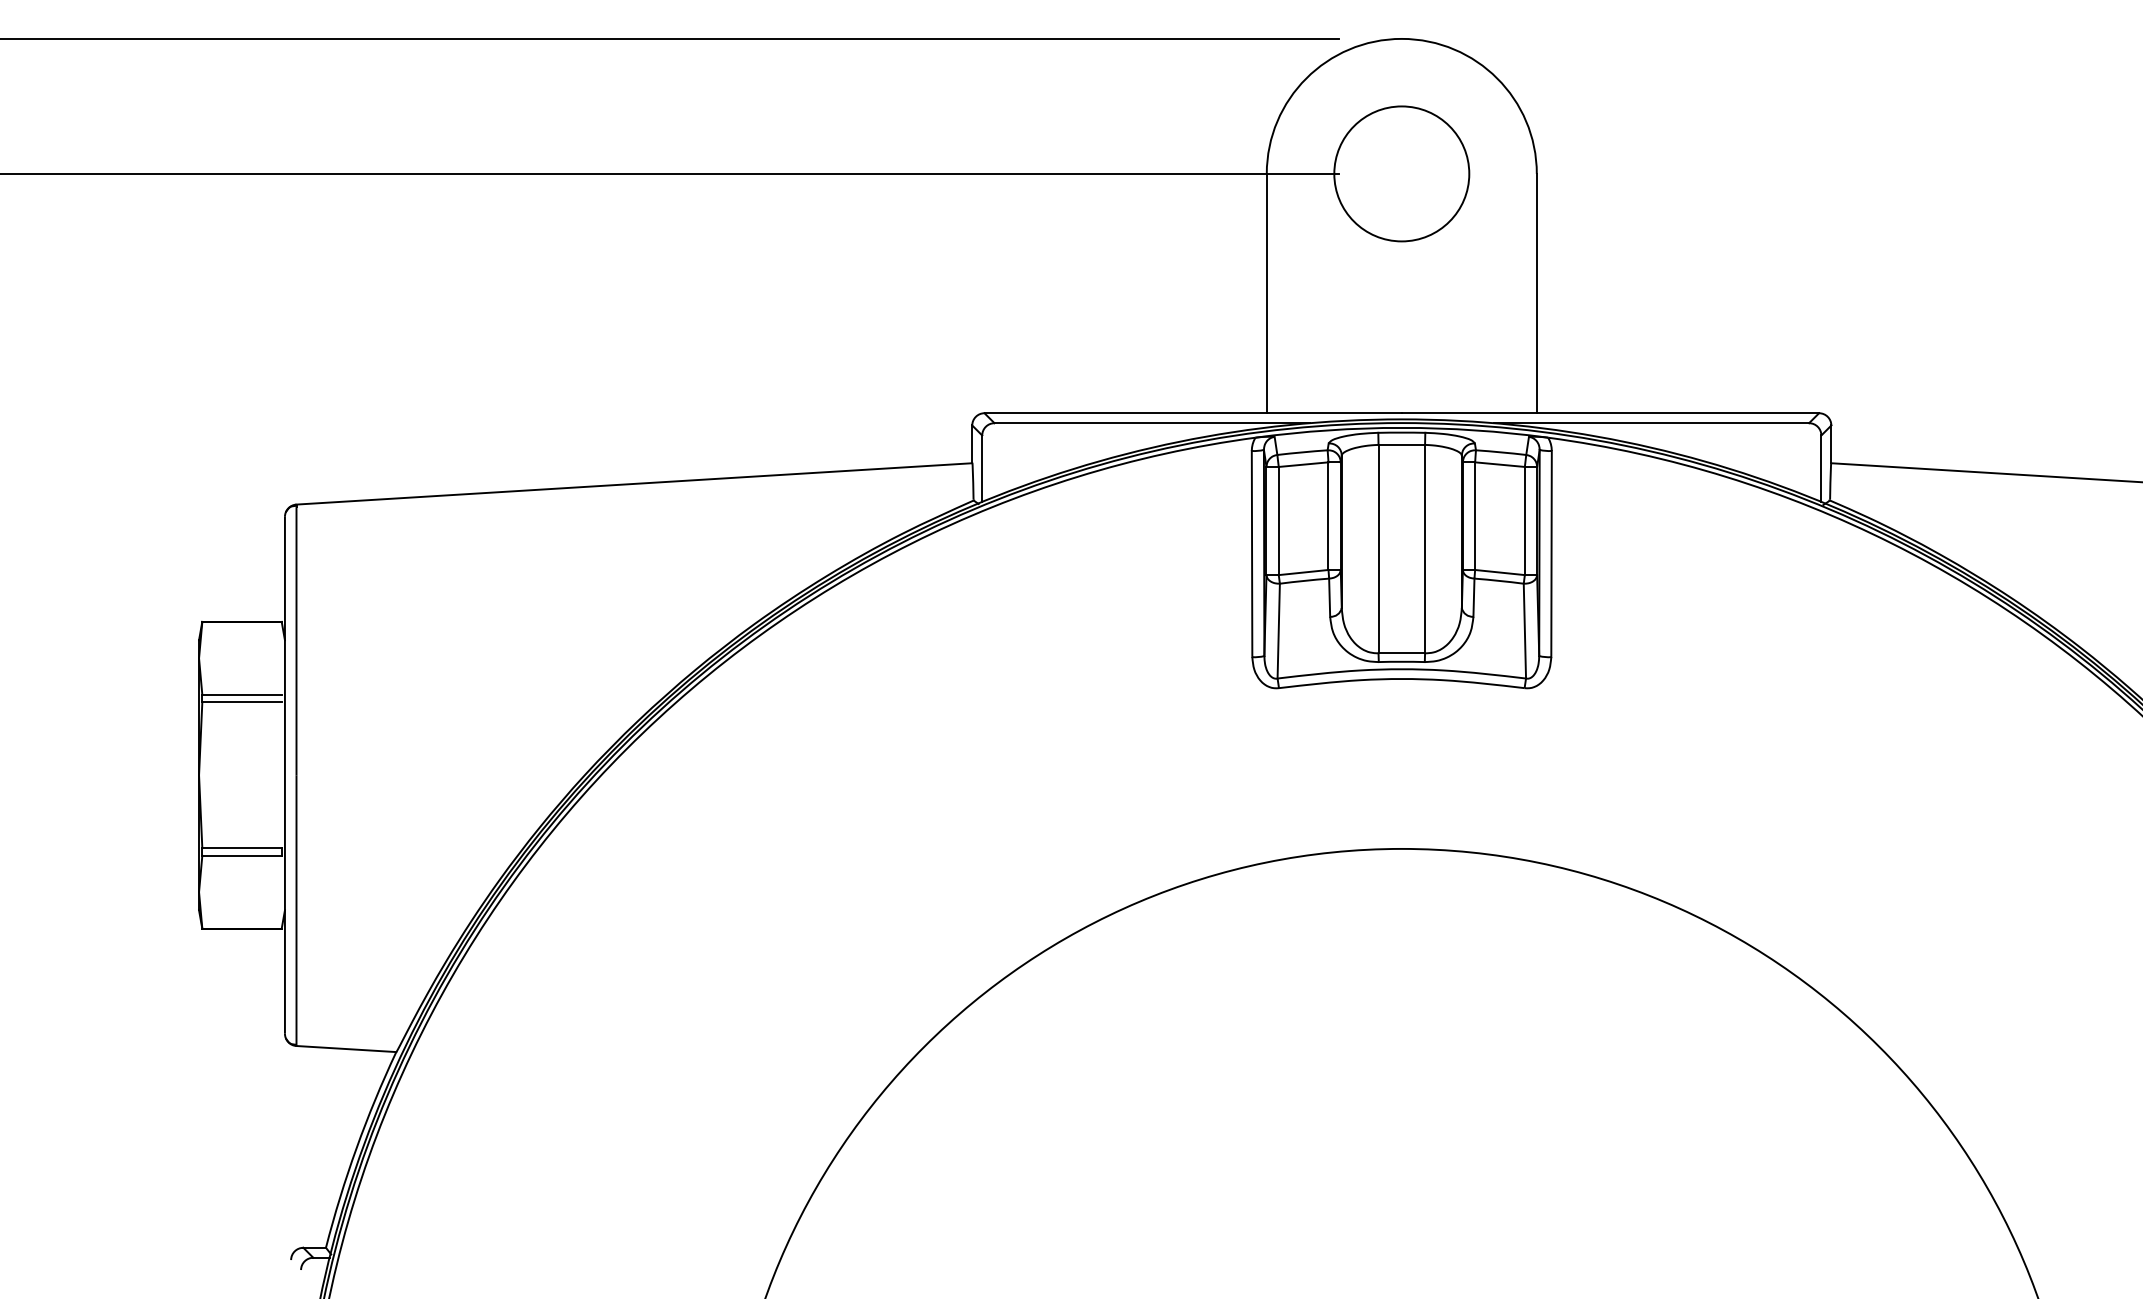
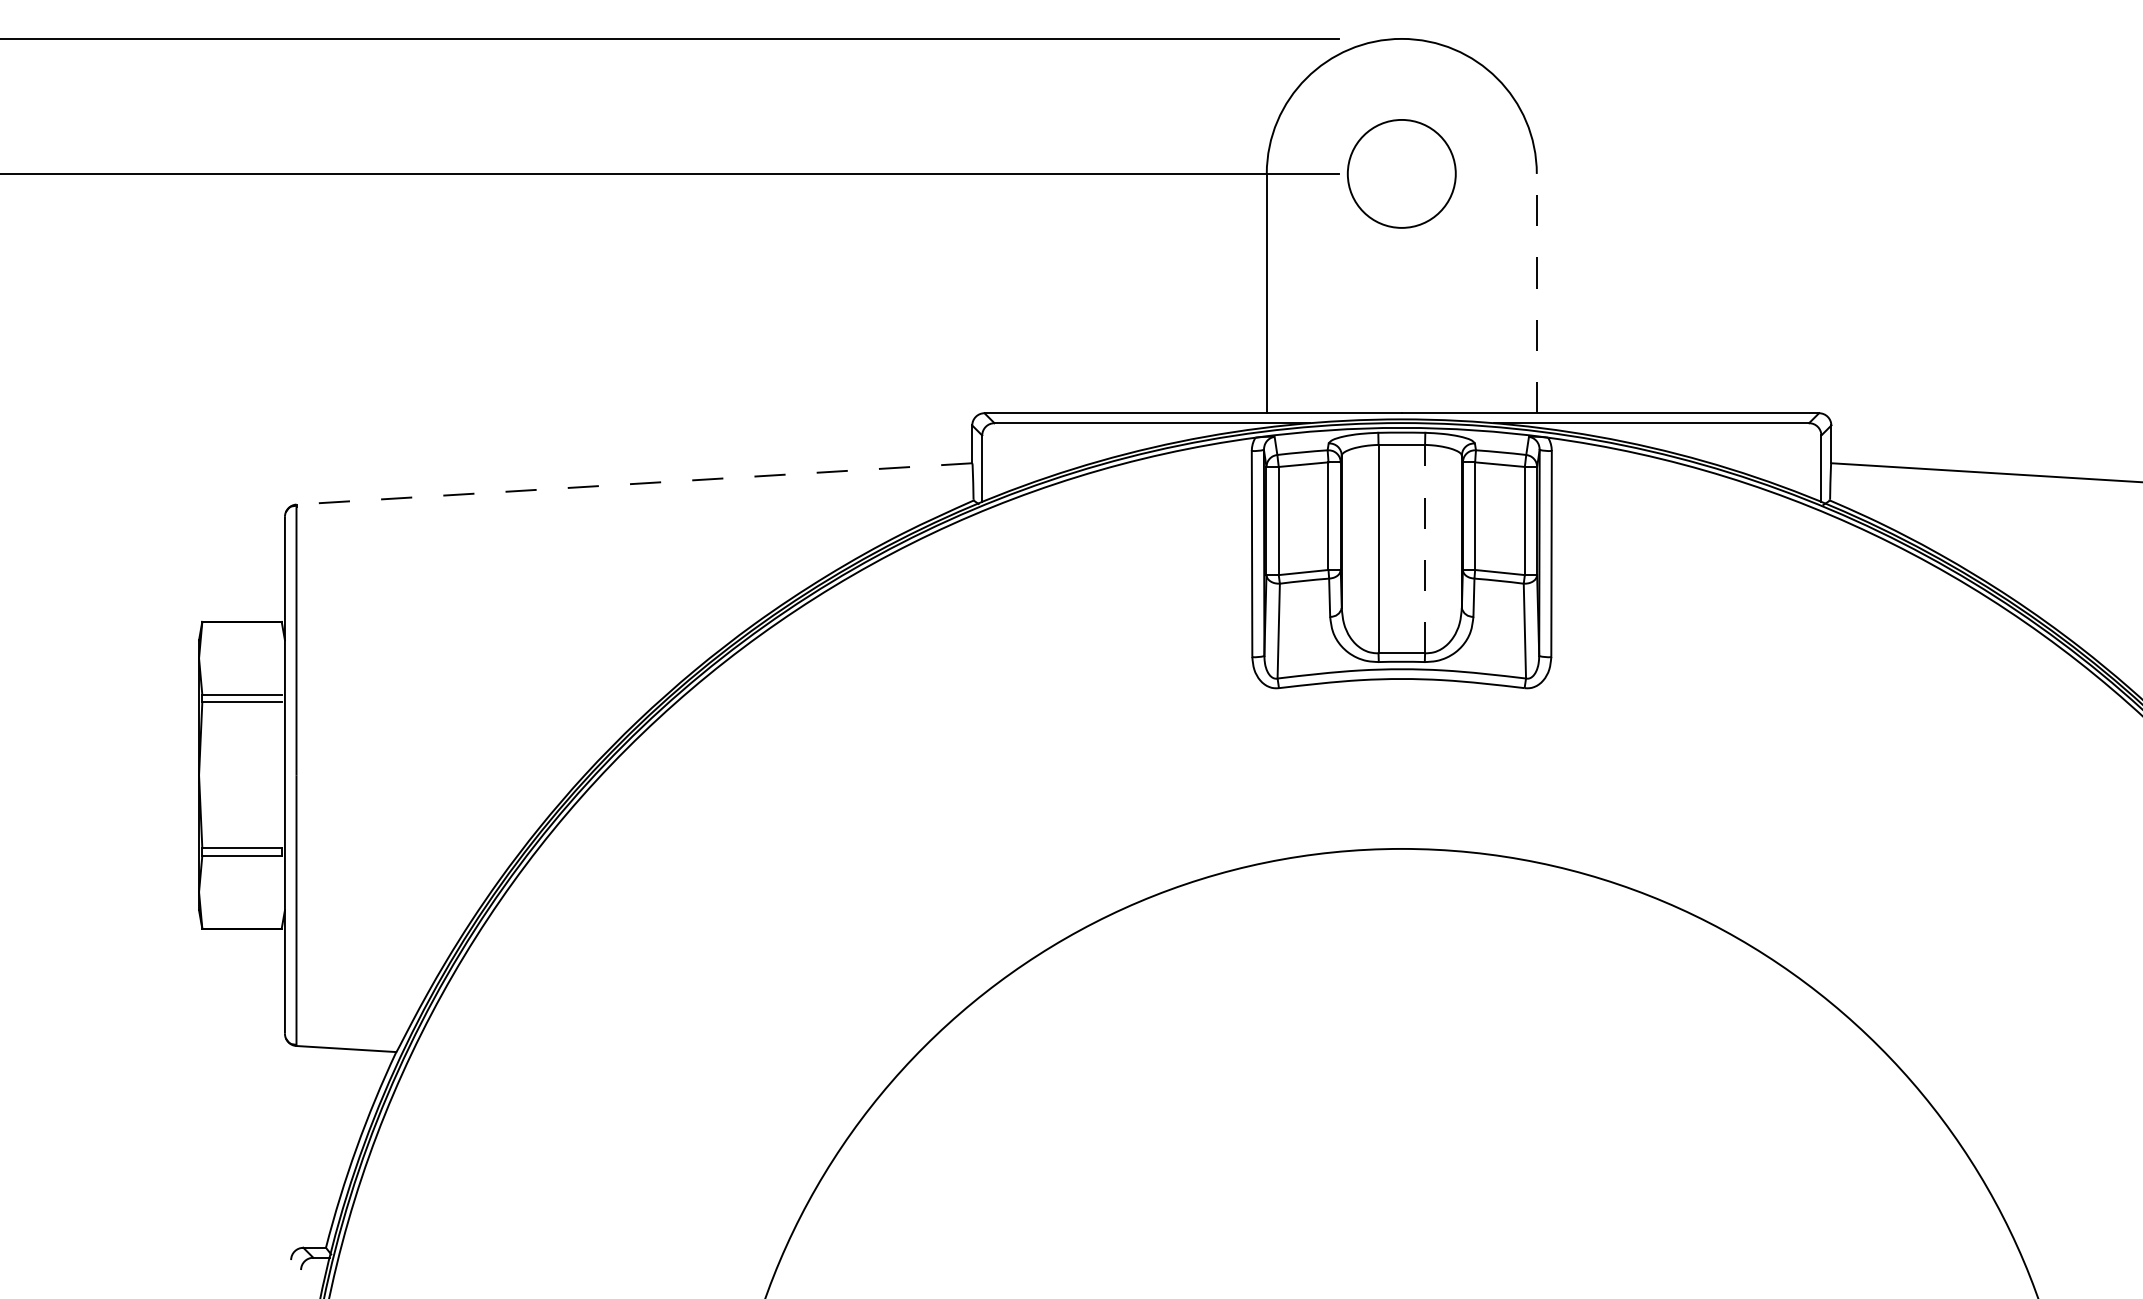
circle at (1401, 173) diameter: 135 px -> 108 px
line at (1536, 293): solid -> dashed
line at (634, 483): solid -> dashed
line at (1425, 548): solid -> dashed
